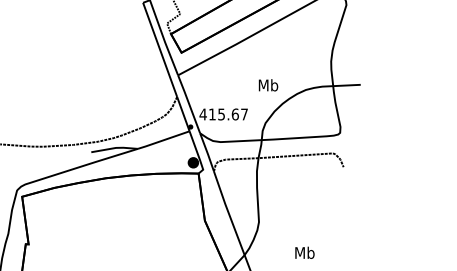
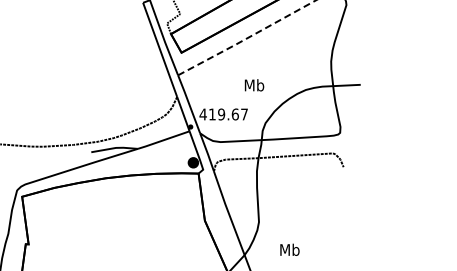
line at (246, 38): solid -> dashed
text at (268, 85) position: (268, 85) -> (254, 85)
text at (221, 114): 415.67 -> 419.67
text at (304, 252) position: (304, 252) -> (289, 249)
